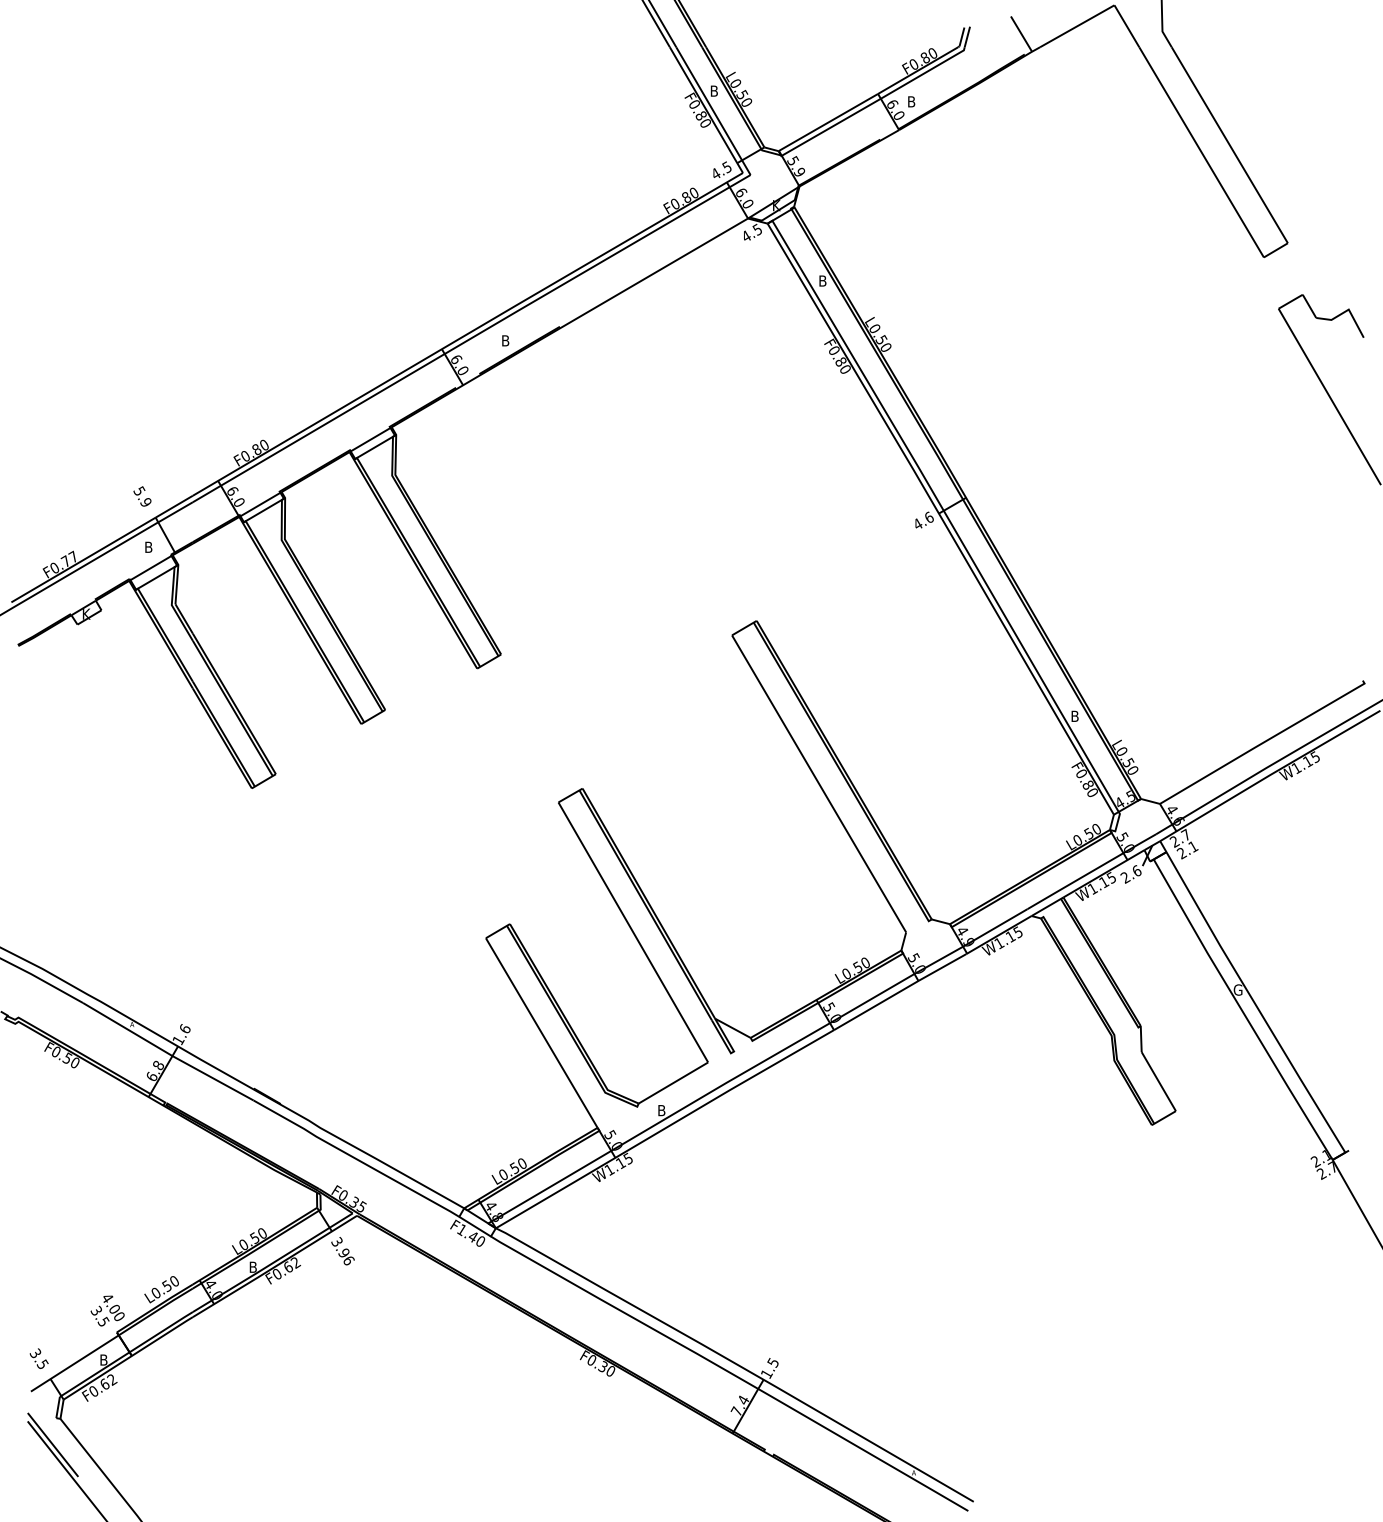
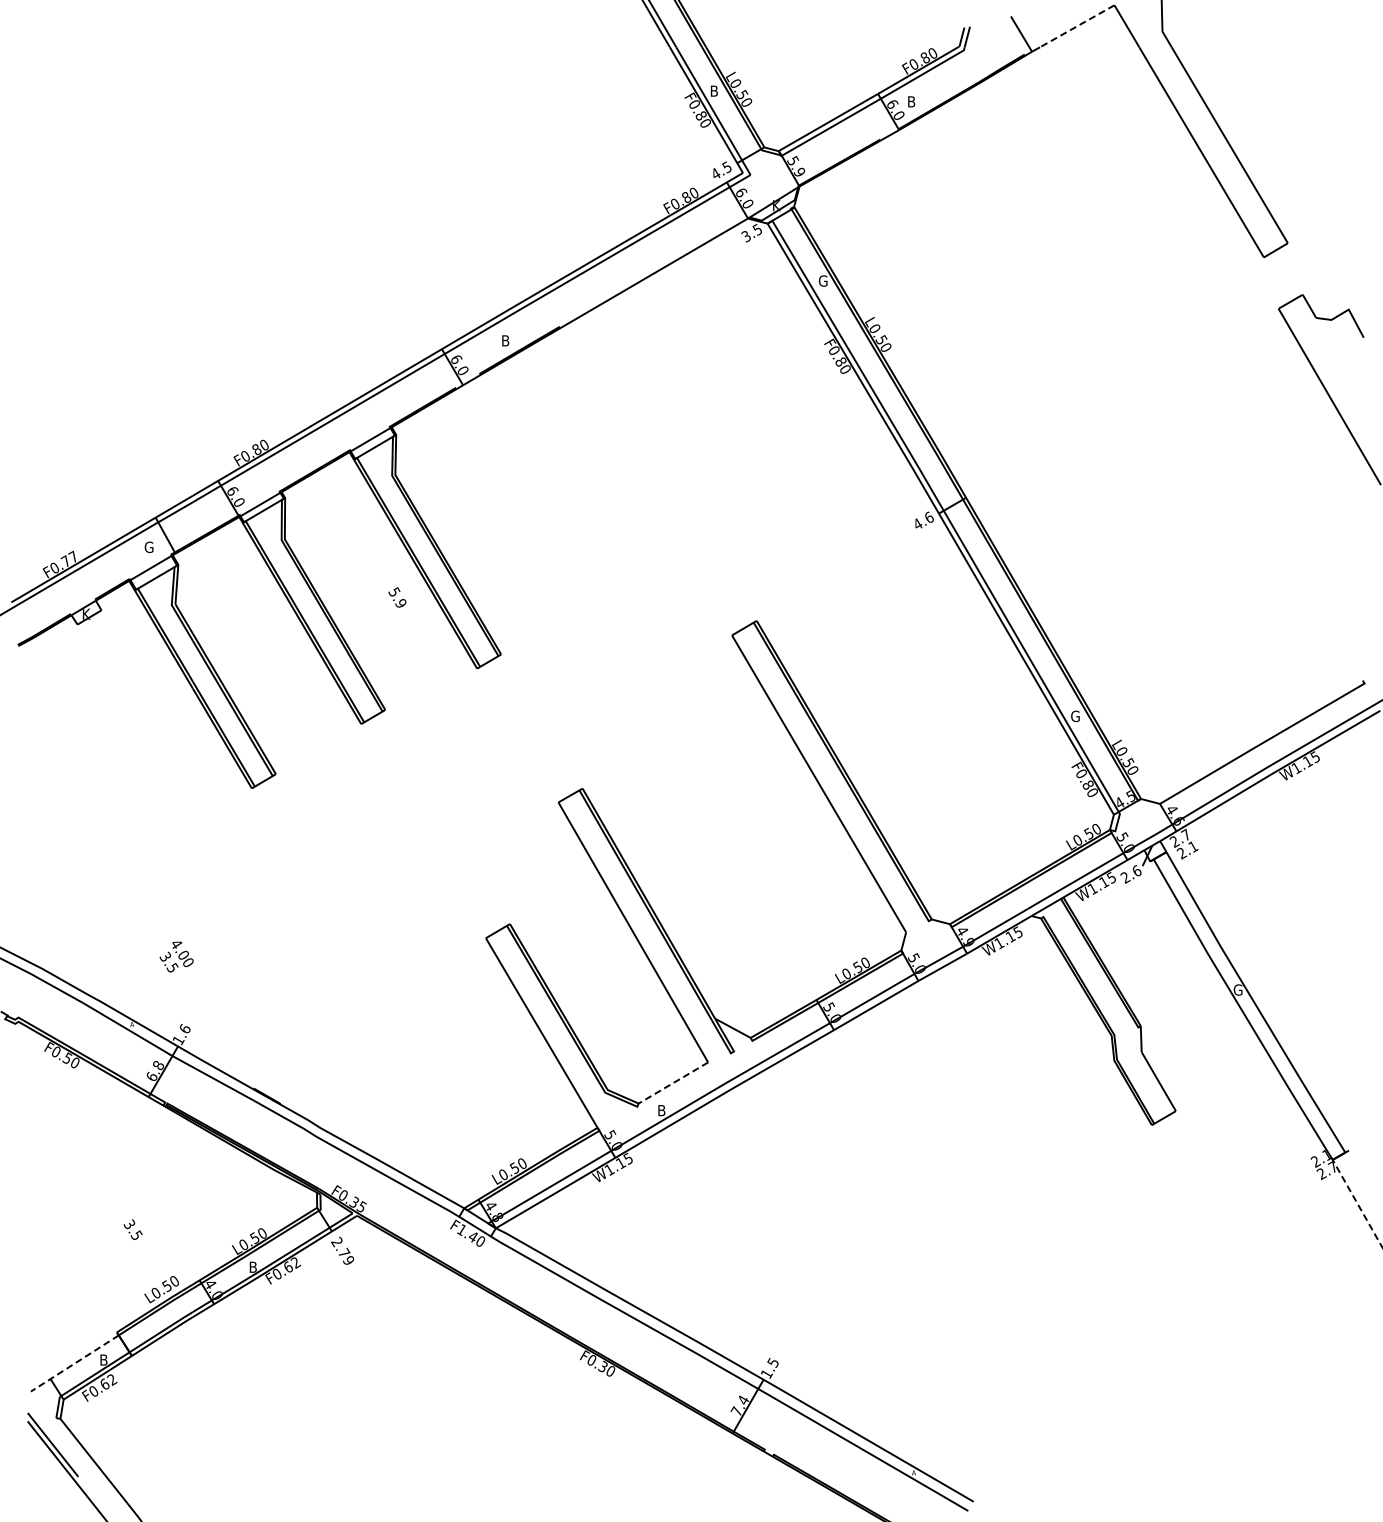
line at (1077, 26): solid -> dashed
text at (745, 236): 4.5 -> 3.5
text at (822, 280): B -> G
text at (142, 496) position: (142, 496) -> (397, 597)
text at (148, 547): B -> G
text at (1075, 716): B -> G
line at (673, 1083): solid -> dashed
line at (1357, 1204): solid -> dashed
text at (342, 1250): 3.96 -> 2.79
text at (107, 1310) position: (107, 1310) -> (176, 956)
text at (38, 1358) position: (38, 1358) -> (132, 1229)
line at (74, 1363): solid -> dashed
